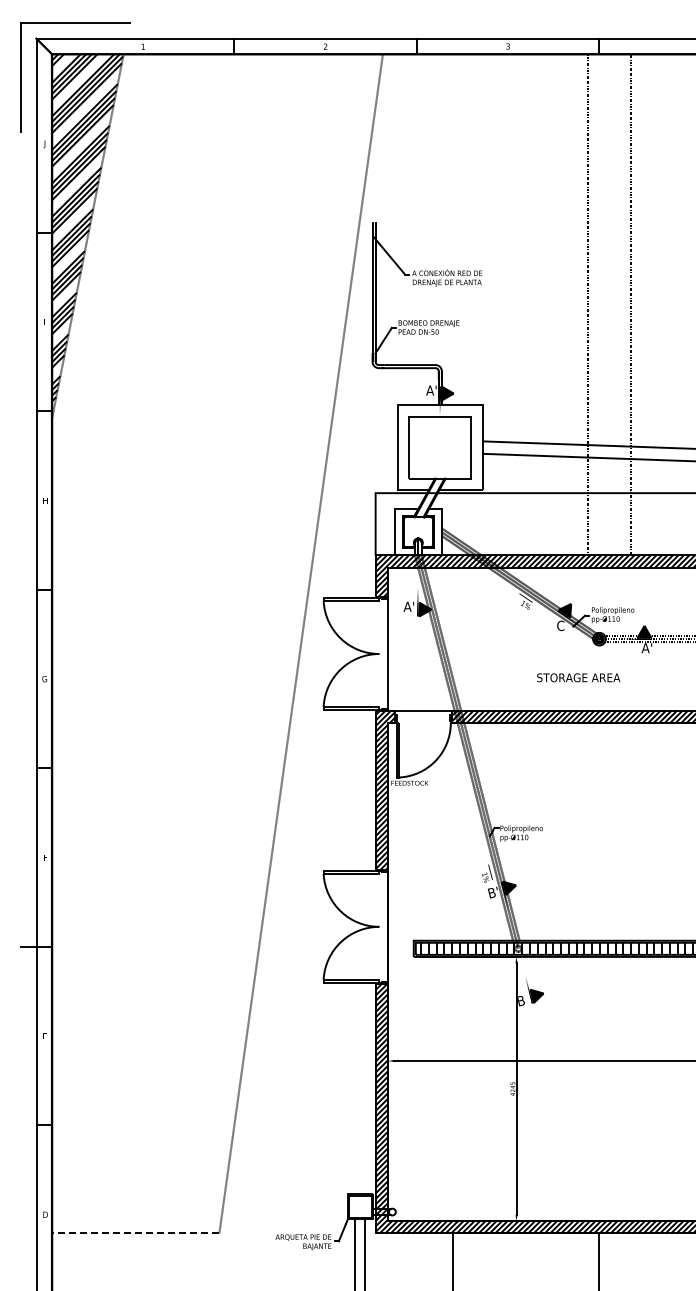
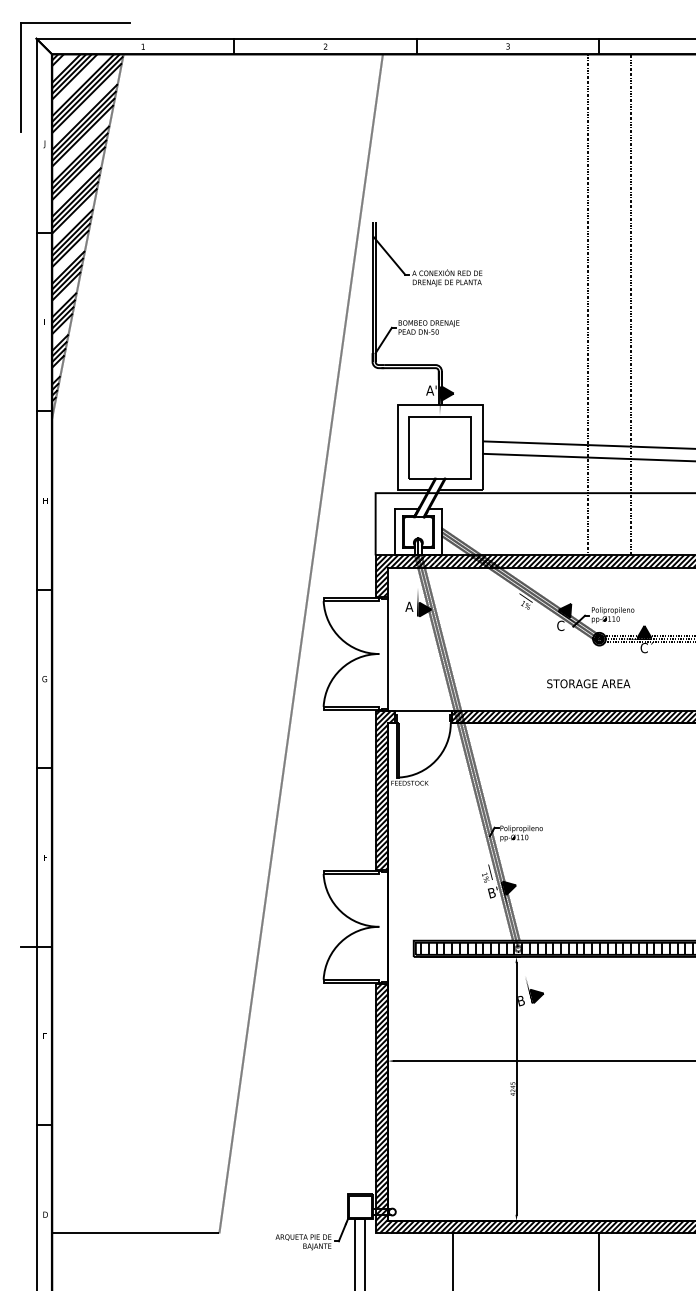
text at (408, 606): A' -> A
text at (646, 647): A' -> C´
text at (578, 677) position: (578, 677) -> (588, 683)
line at (135, 1233): dashed -> solid
